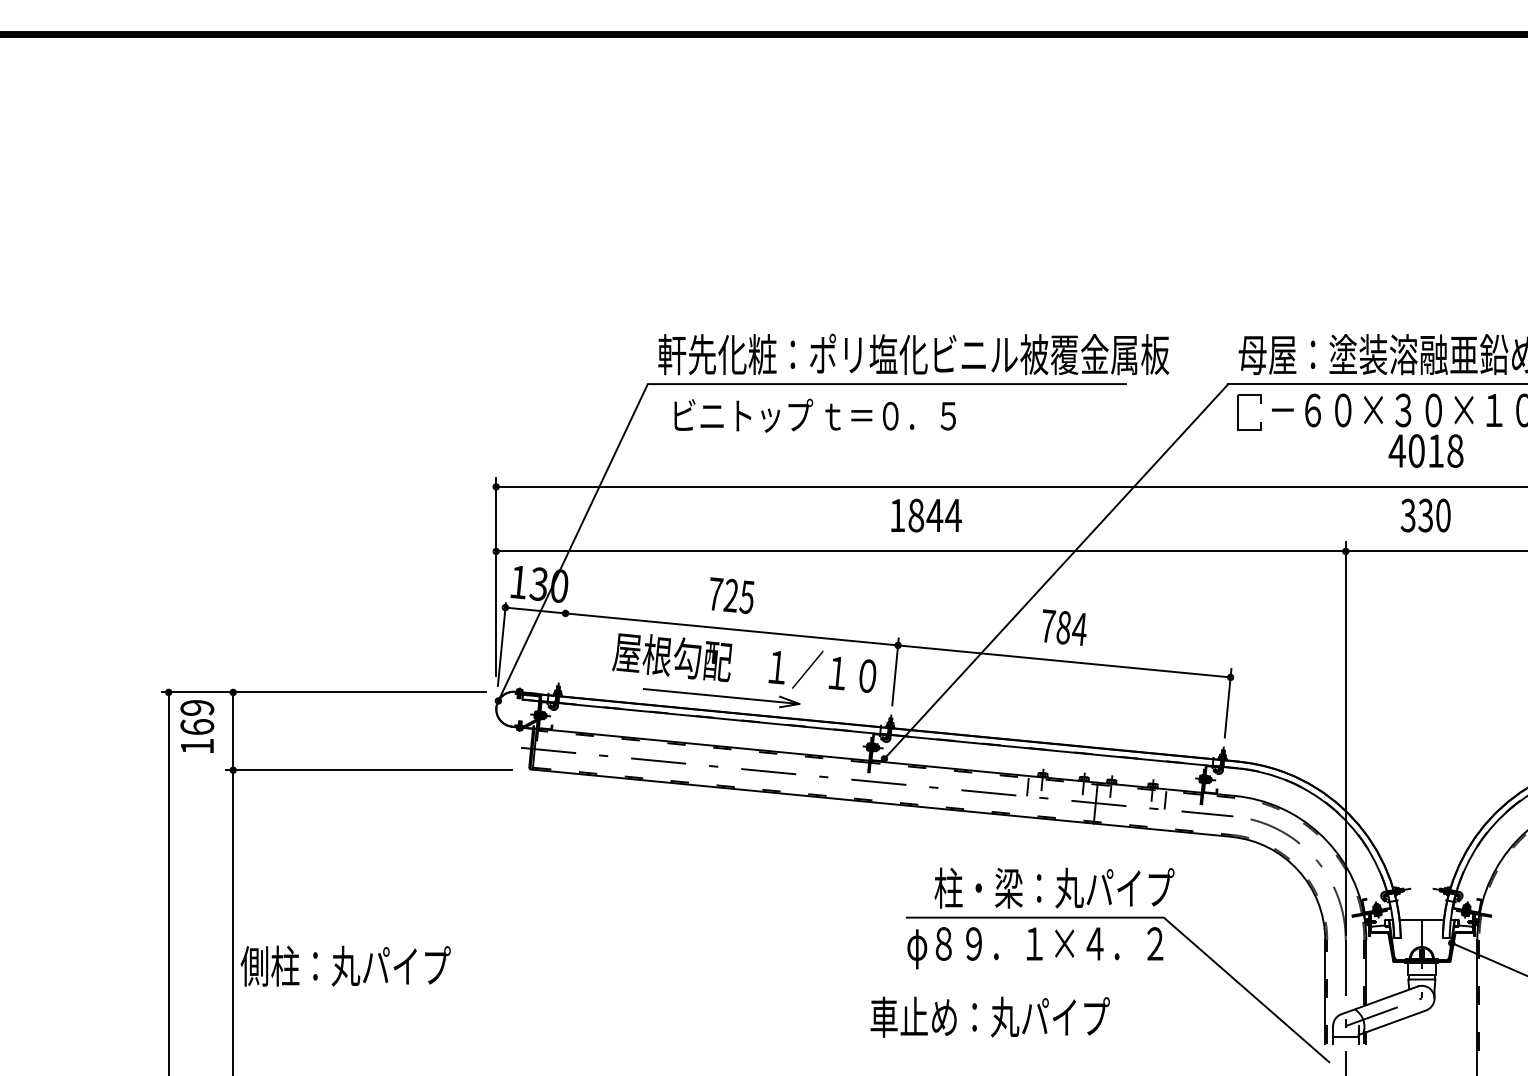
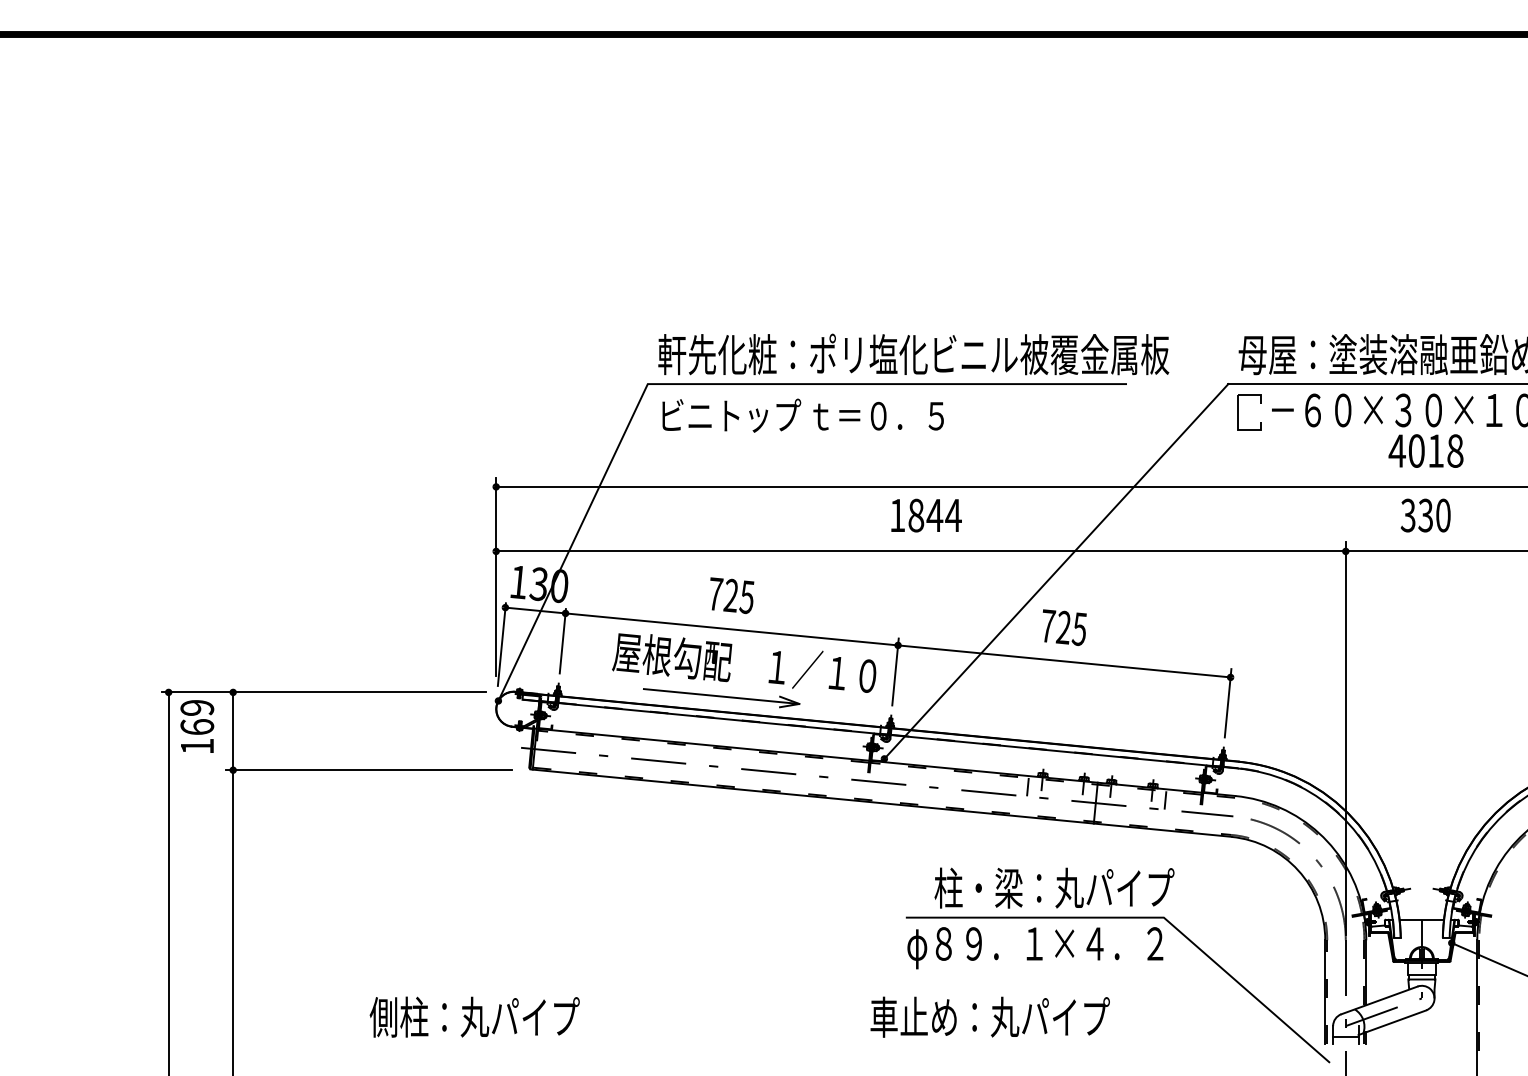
text at (814, 415) position: (814, 415) -> (802, 415)
text at (1070, 628): 784 -> 725
line at (562, 641): none -> present
text at (345, 965) position: (345, 965) -> (474, 1016)
